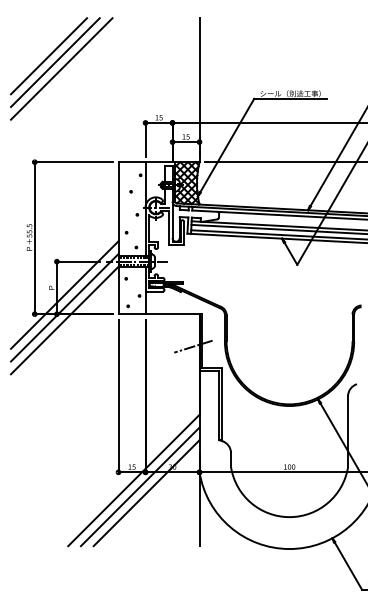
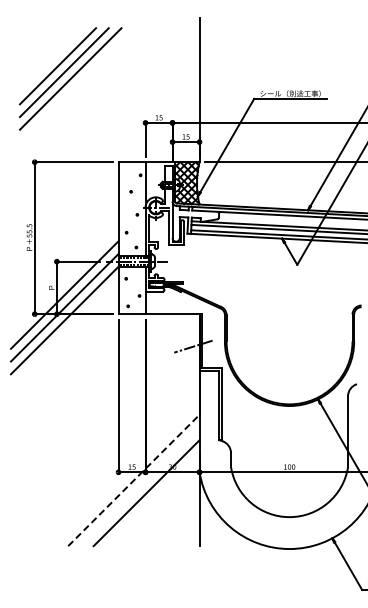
part at (61, 68) position: (61, 68) -> (70, 78)
line at (133, 480): solid -> dashed
line at (139, 486): present -> none
